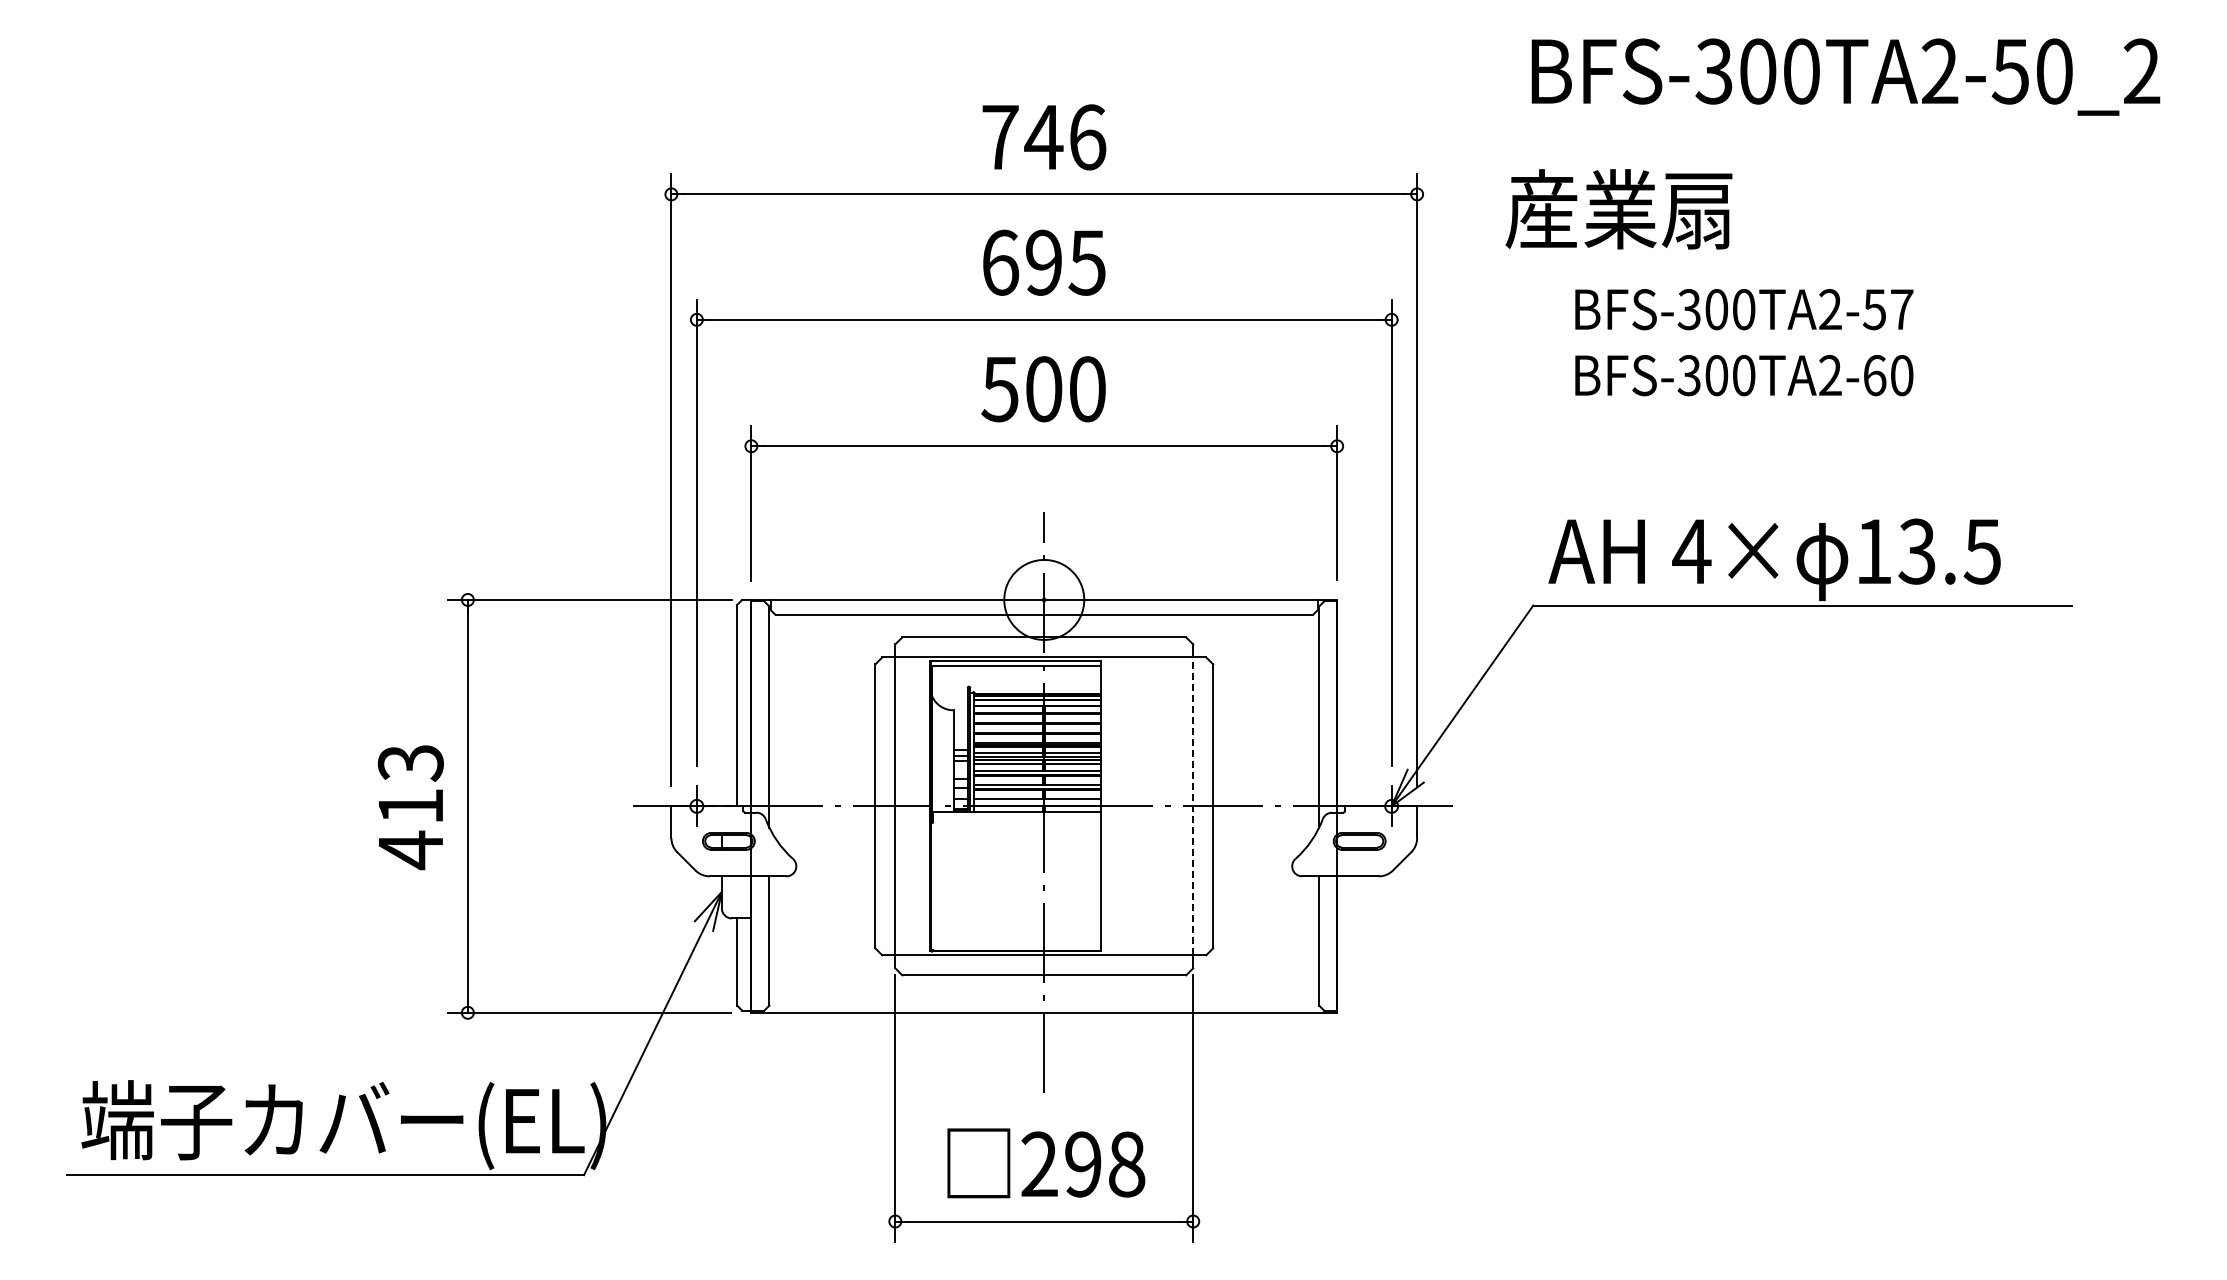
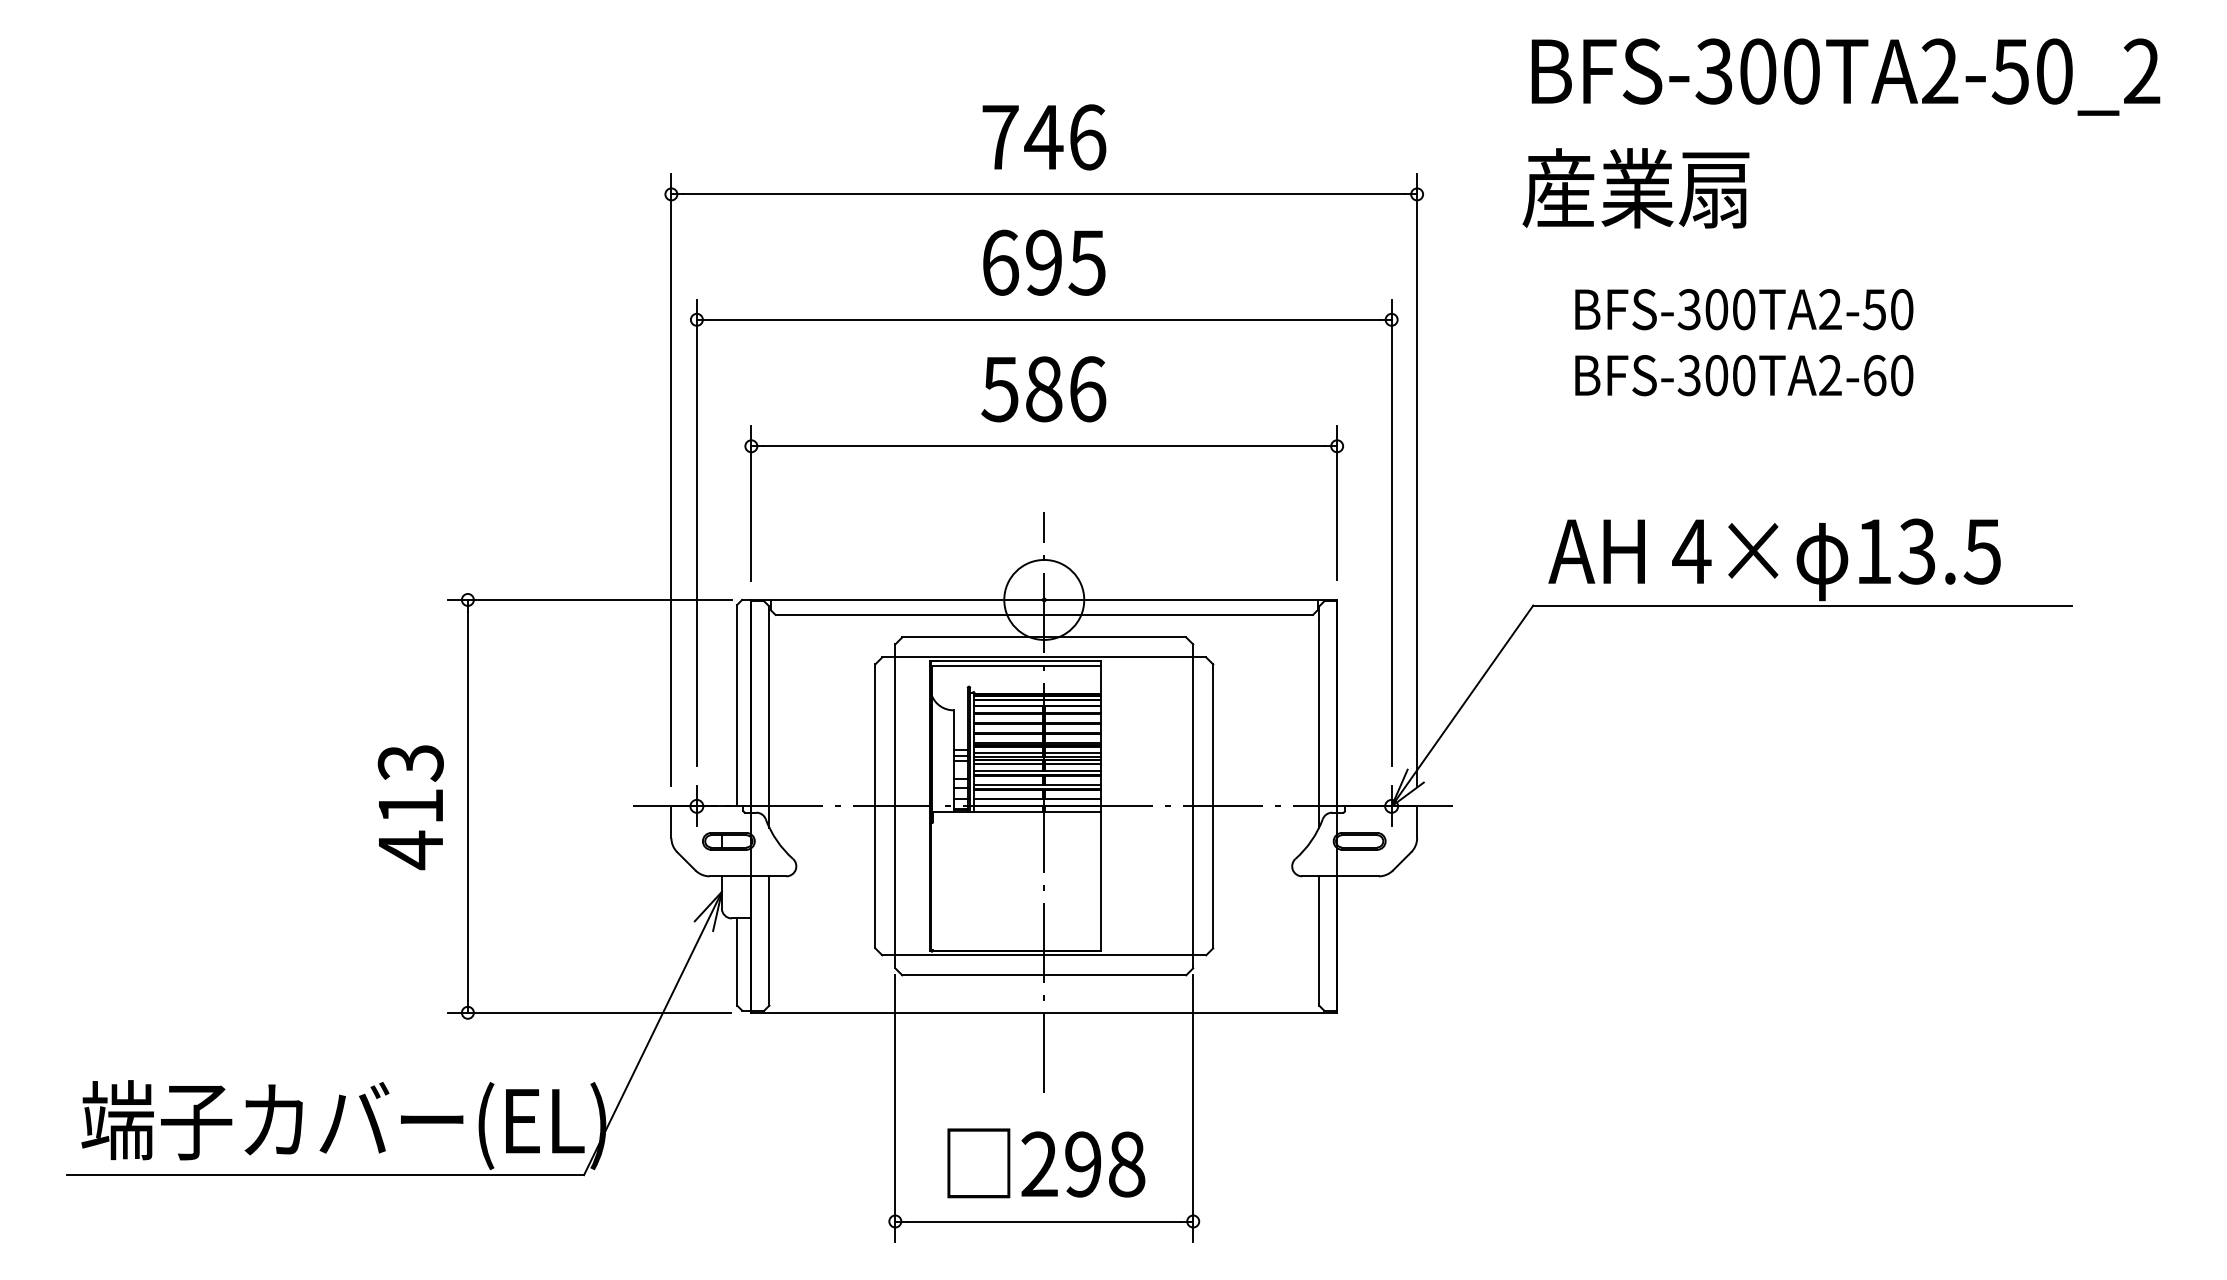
text at (1618, 209) position: (1618, 209) -> (1635, 188)
text at (1902, 309): BFS-300TA2-57 -> BFS-300TA2-50
text at (1066, 389): 500 -> 586
line at (1193, 806): dashed -> solid
